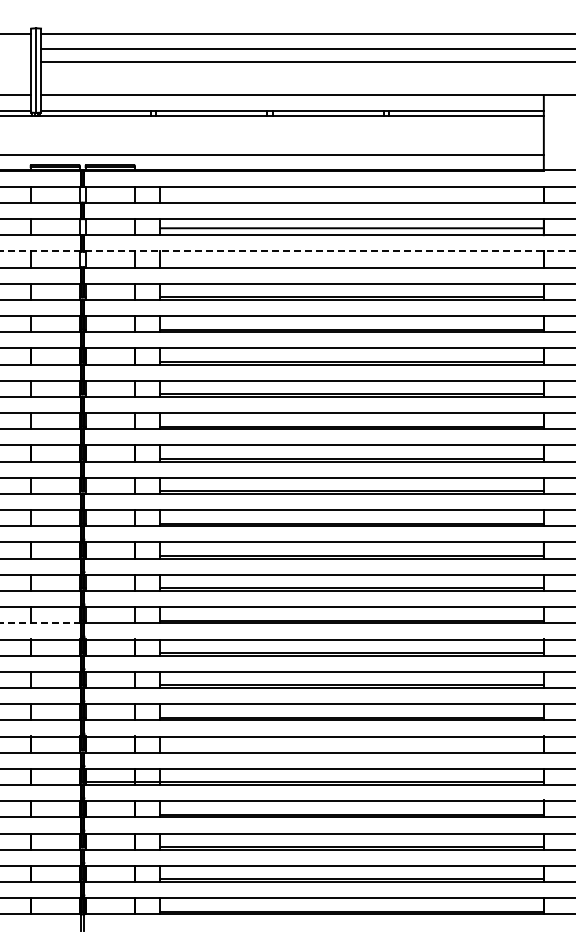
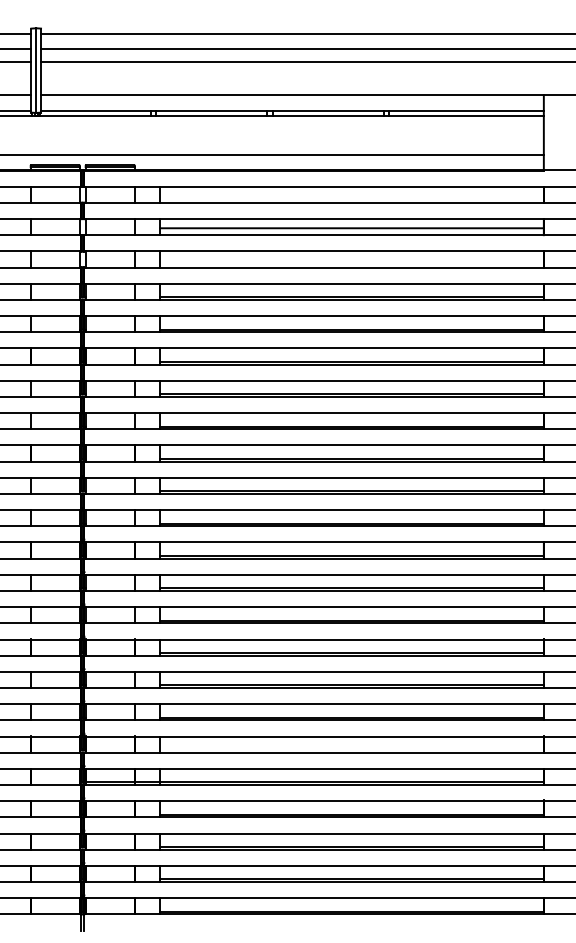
line at (16, 49): none -> present
line at (16, 62): none -> present
line at (287, 251): dashed -> solid
line at (40, 623): dashed -> solid
